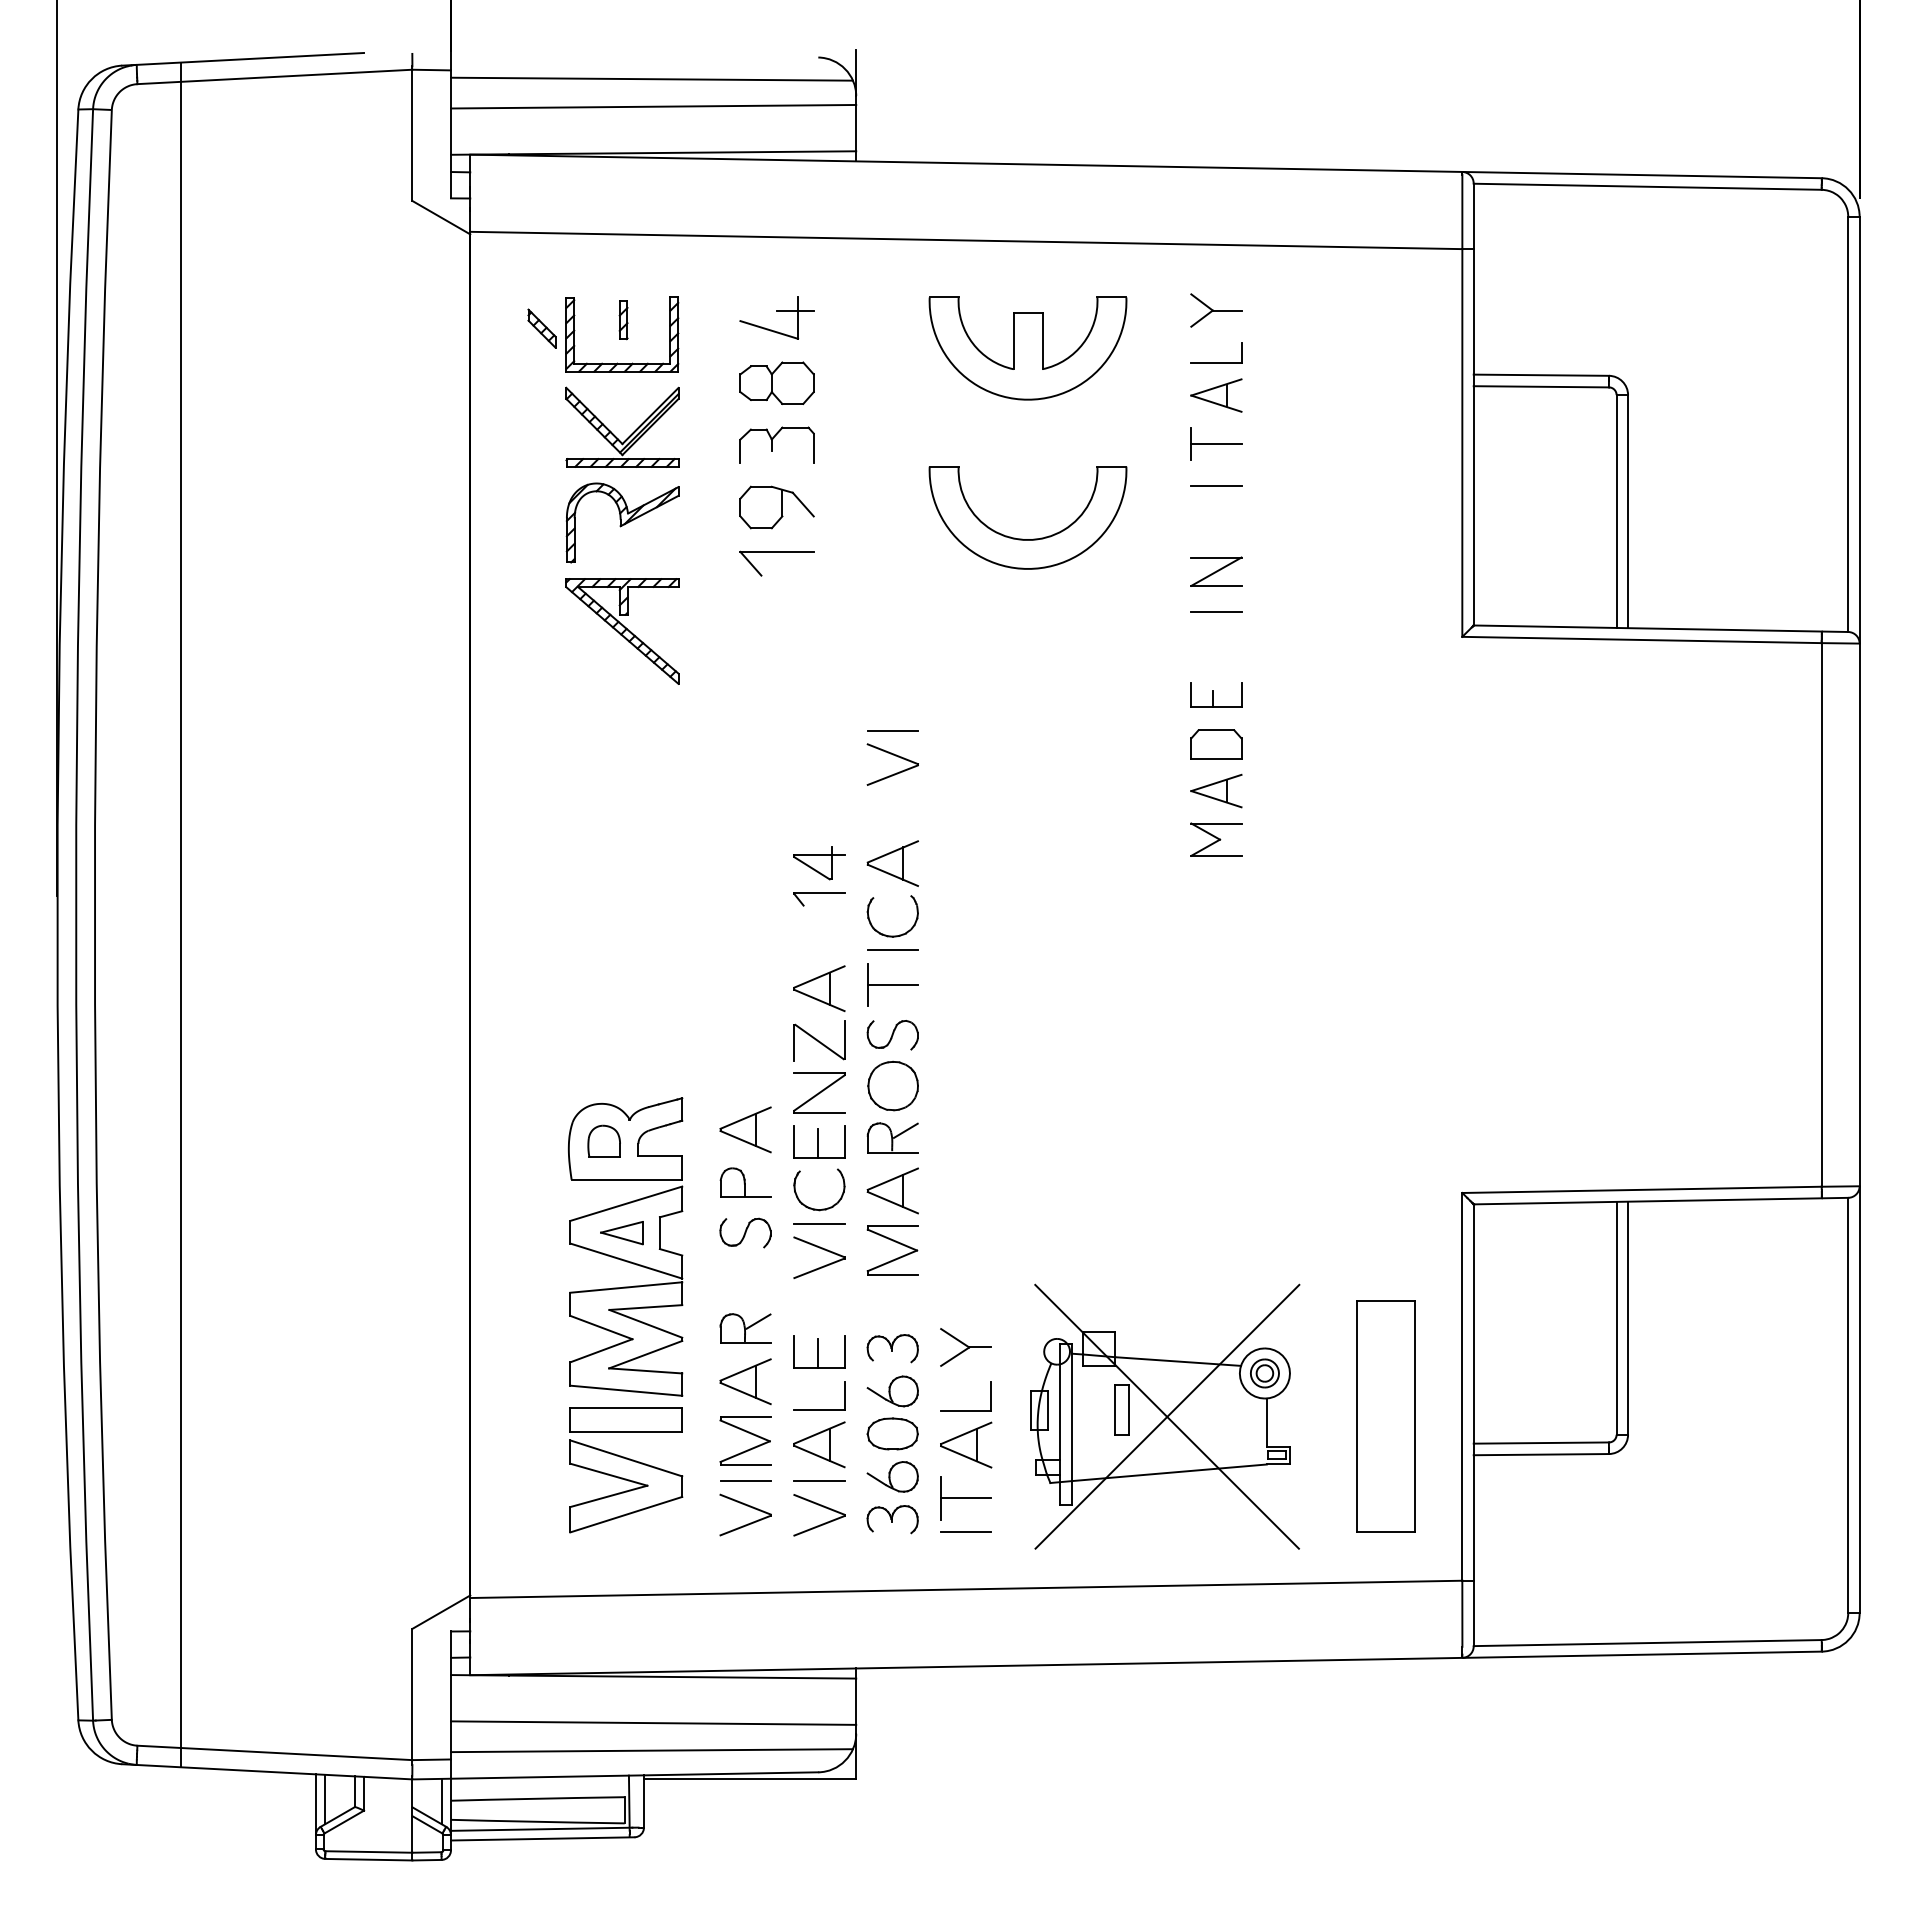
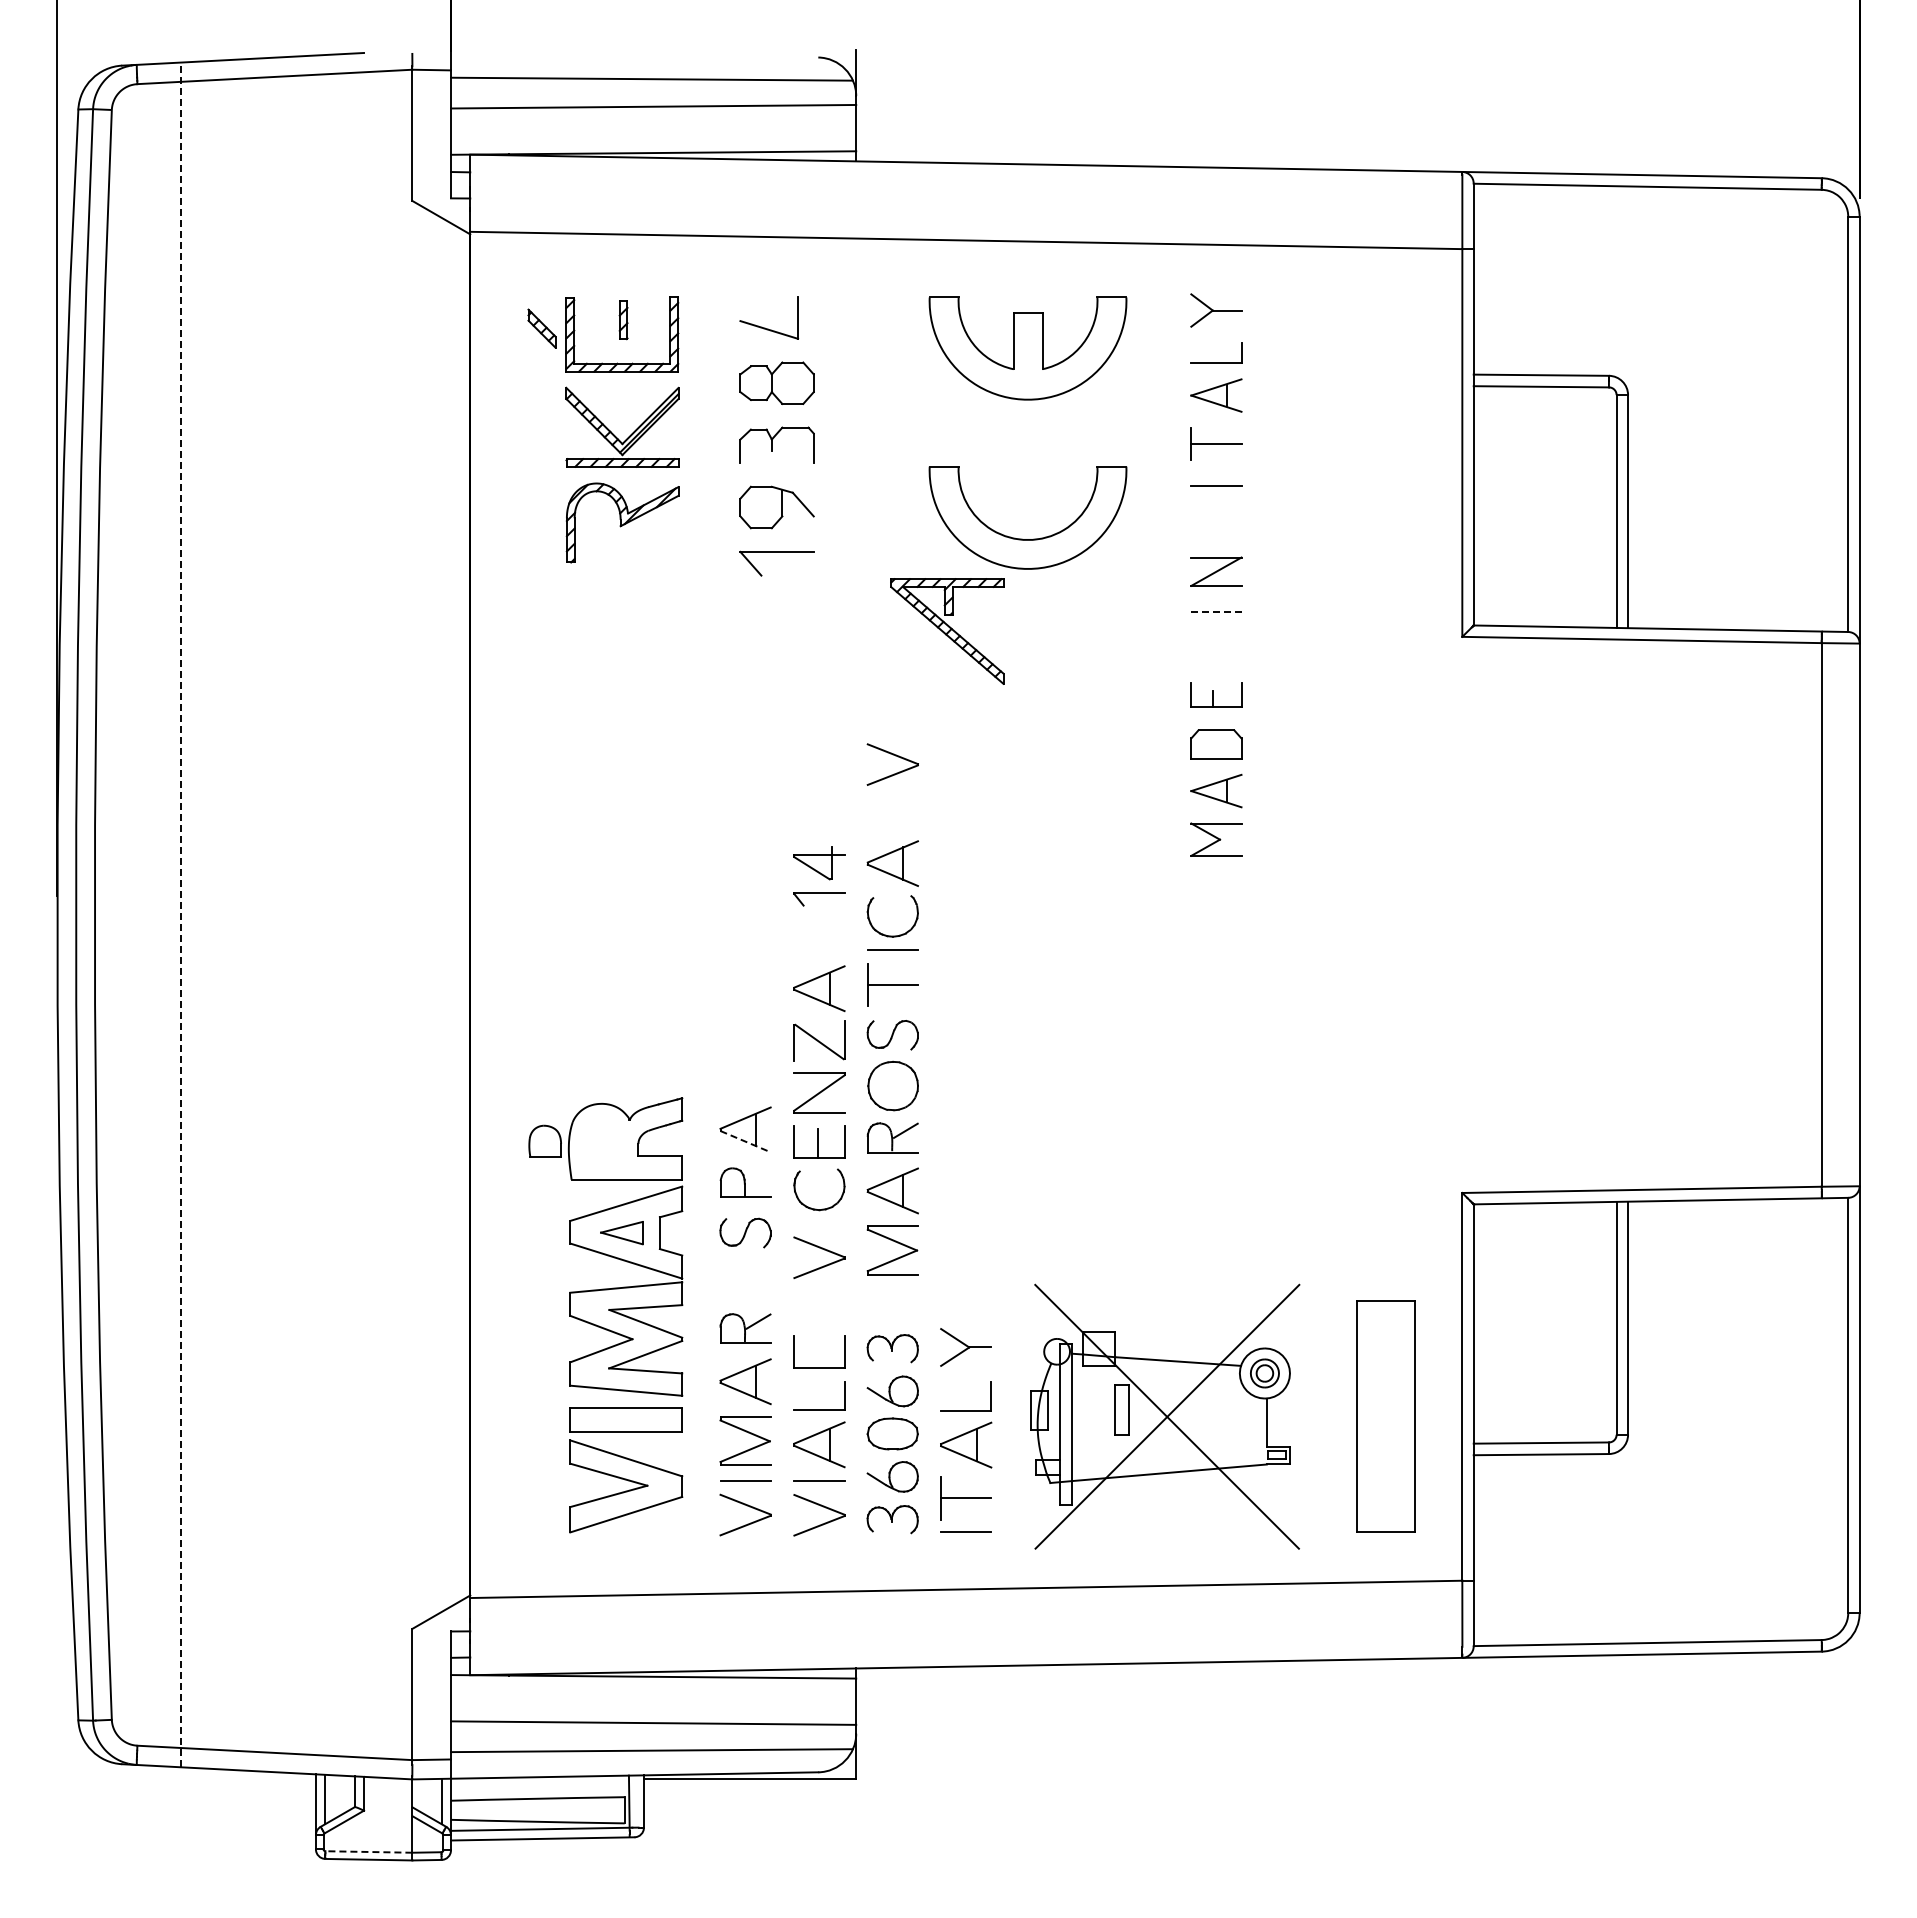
line at (795, 311): present -> none
line at (1216, 611): solid -> dashed
part at (622, 631) position: (622, 631) -> (947, 631)
line at (892, 730): present -> none
line at (180, 914): solid -> dashed
part at (603, 1140) position: (603, 1140) -> (544, 1140)
line at (746, 1141): solid -> dashed
line at (819, 1223): present -> none
line at (818, 1353): present -> none
line at (368, 1851): solid -> dashed
